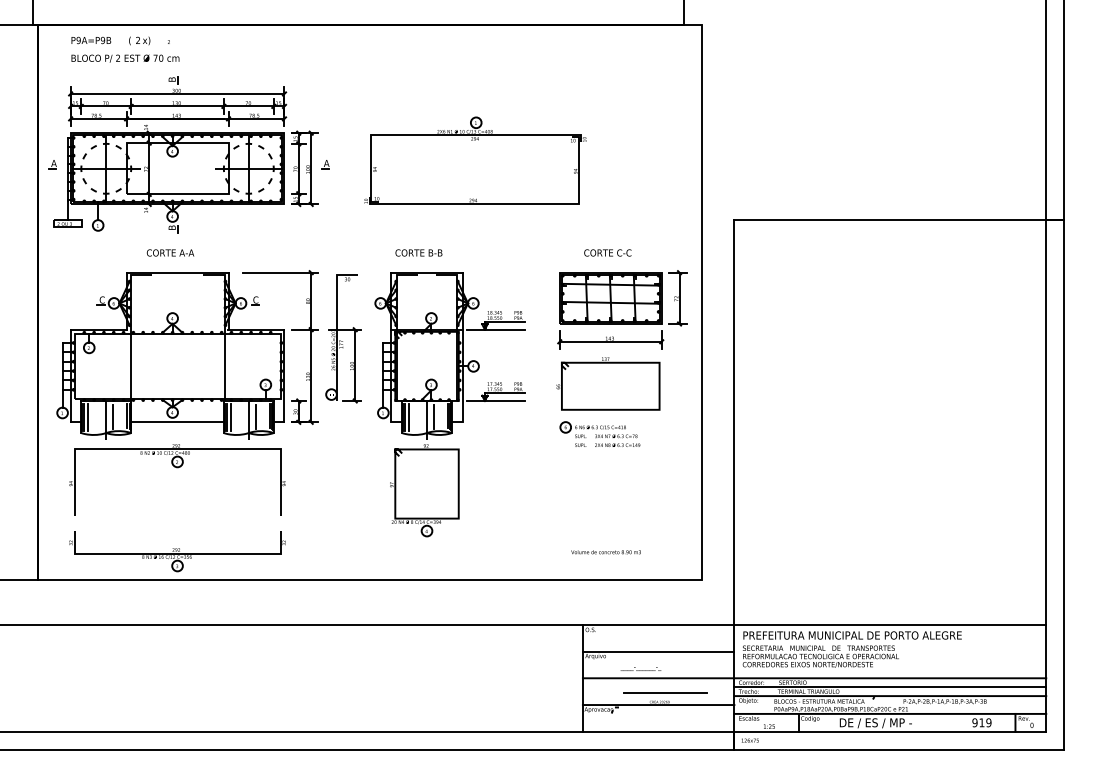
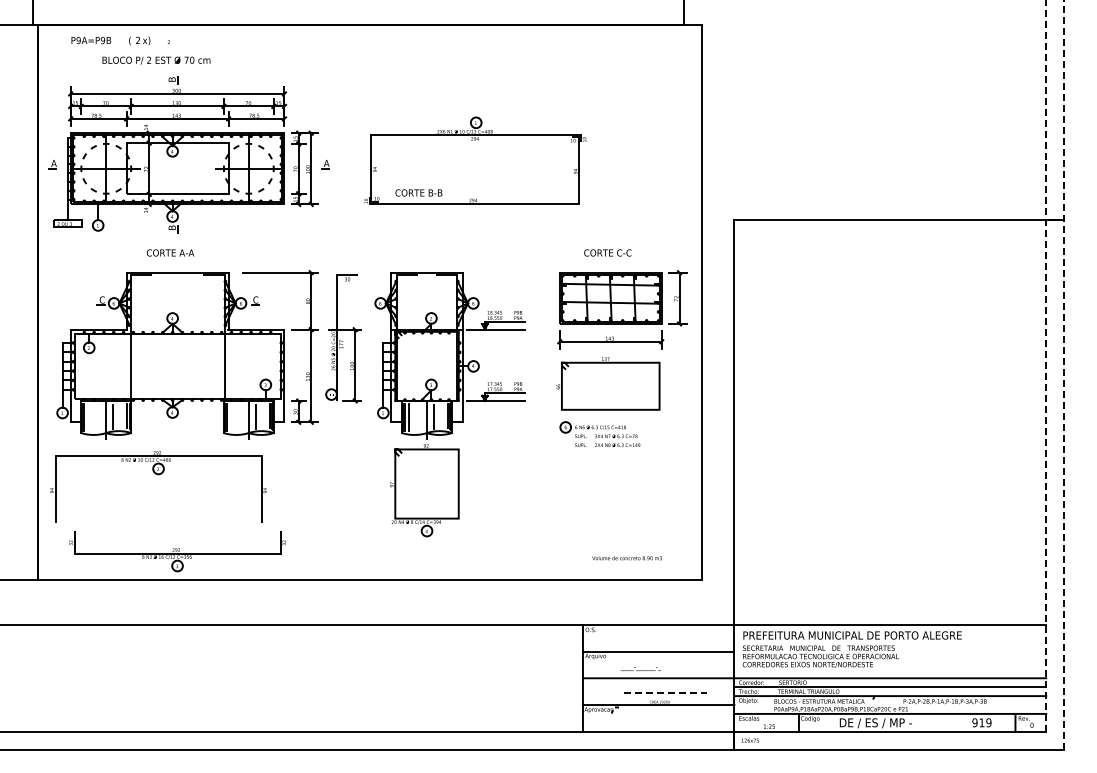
text at (125, 58) position: (125, 58) -> (156, 60)
text at (418, 252) position: (418, 252) -> (418, 192)
line at (1046, 365): solid -> dashed
line at (1064, 374): solid -> dashed
line at (88, 417): present -> none
line at (231, 417): present -> none
line at (177, 422): present -> none
part at (177, 468) position: (177, 468) -> (158, 475)
text at (605, 552) position: (605, 552) -> (626, 558)
line at (666, 693): solid -> dashed
